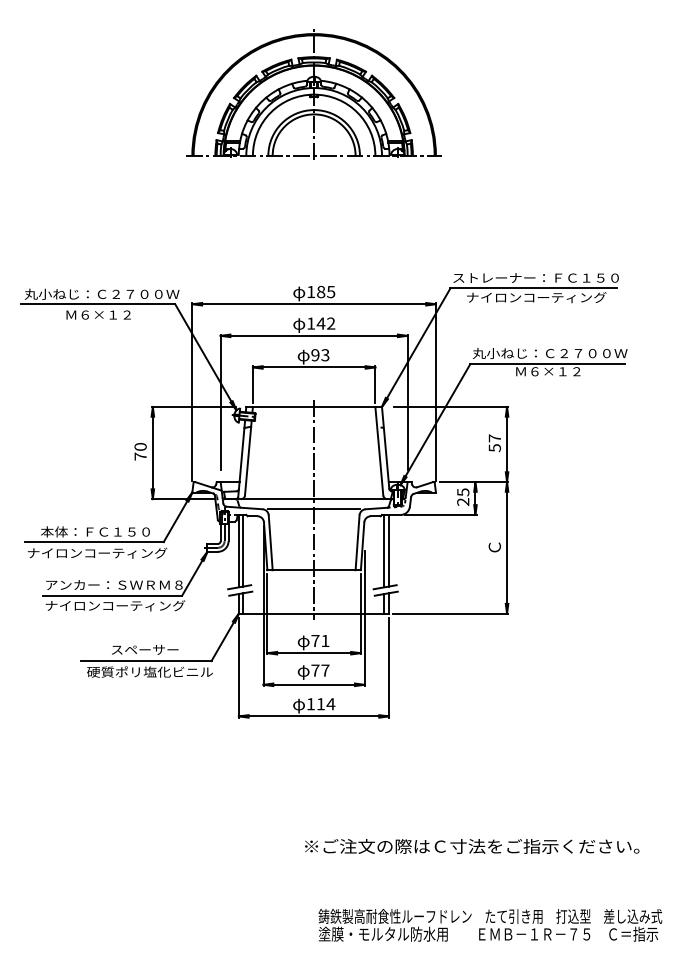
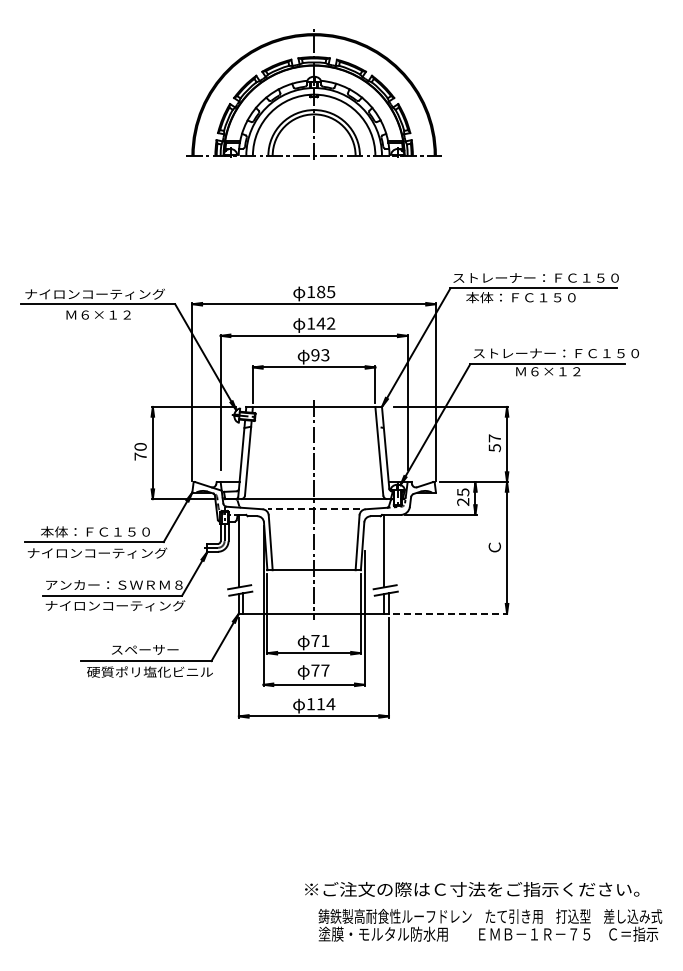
text at (101, 293): 丸小ねじ：Ｃ２７００Ｗ -> ナイロンコーティング
text at (536, 297): ナイロンコーティング -> 本体：ＦＣ１５０
text at (555, 353): 丸小ねじ：Ｃ２７００Ｗ -> ストレーナー：ＦＣ１５０
line at (314, 509): solid -> dashed
line at (243, 550): present -> none
line at (389, 550): present -> none
line at (450, 613): solid -> dashed
text at (472, 846) position: (472, 846) -> (472, 889)
